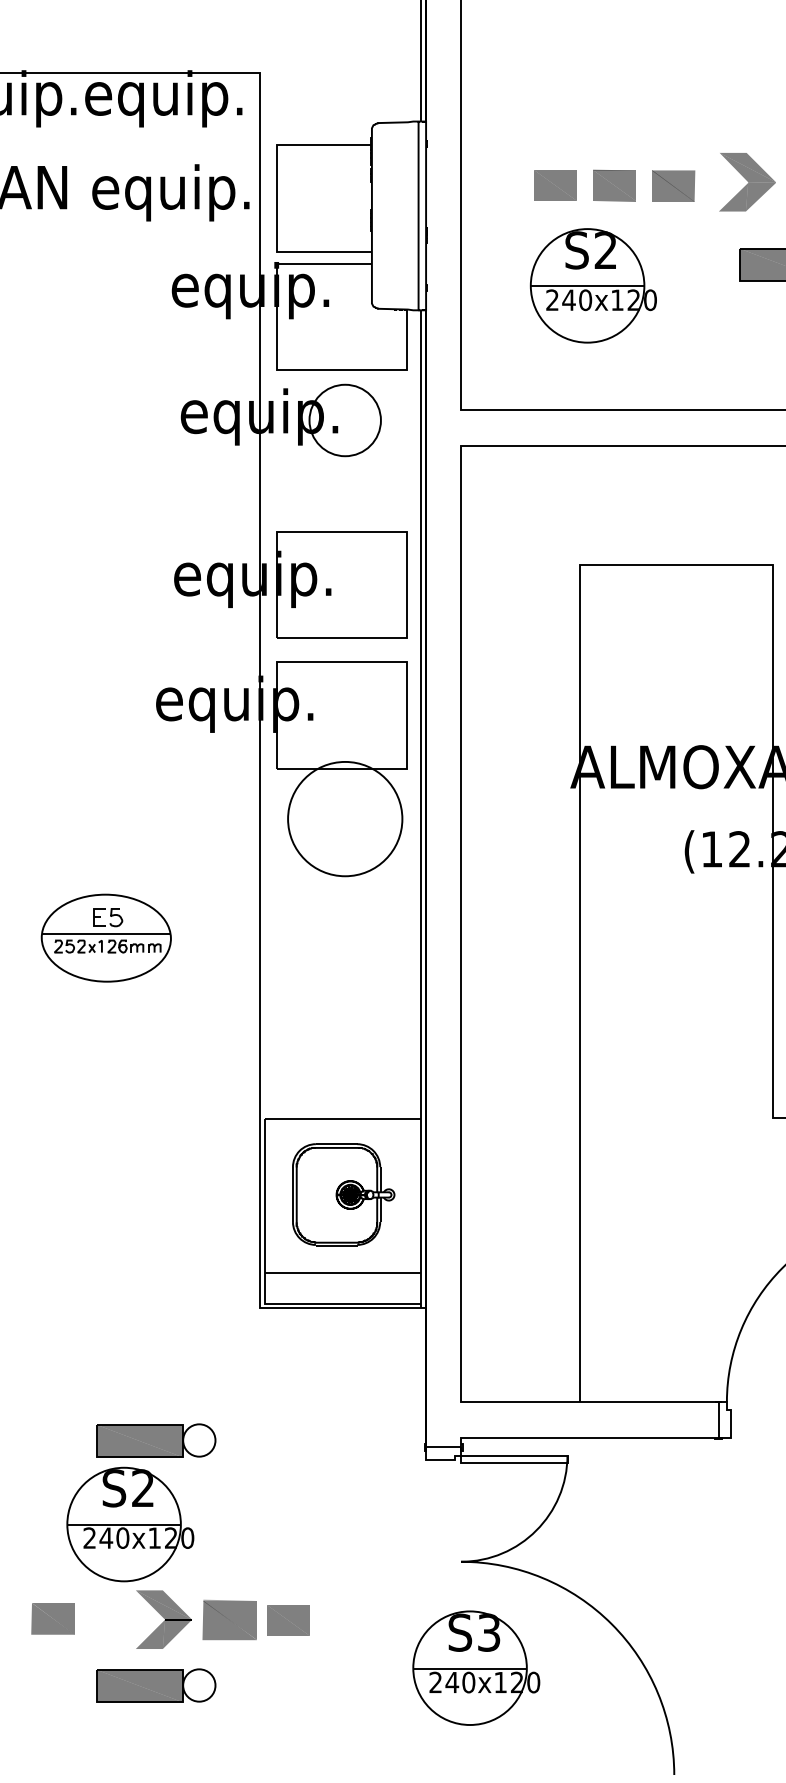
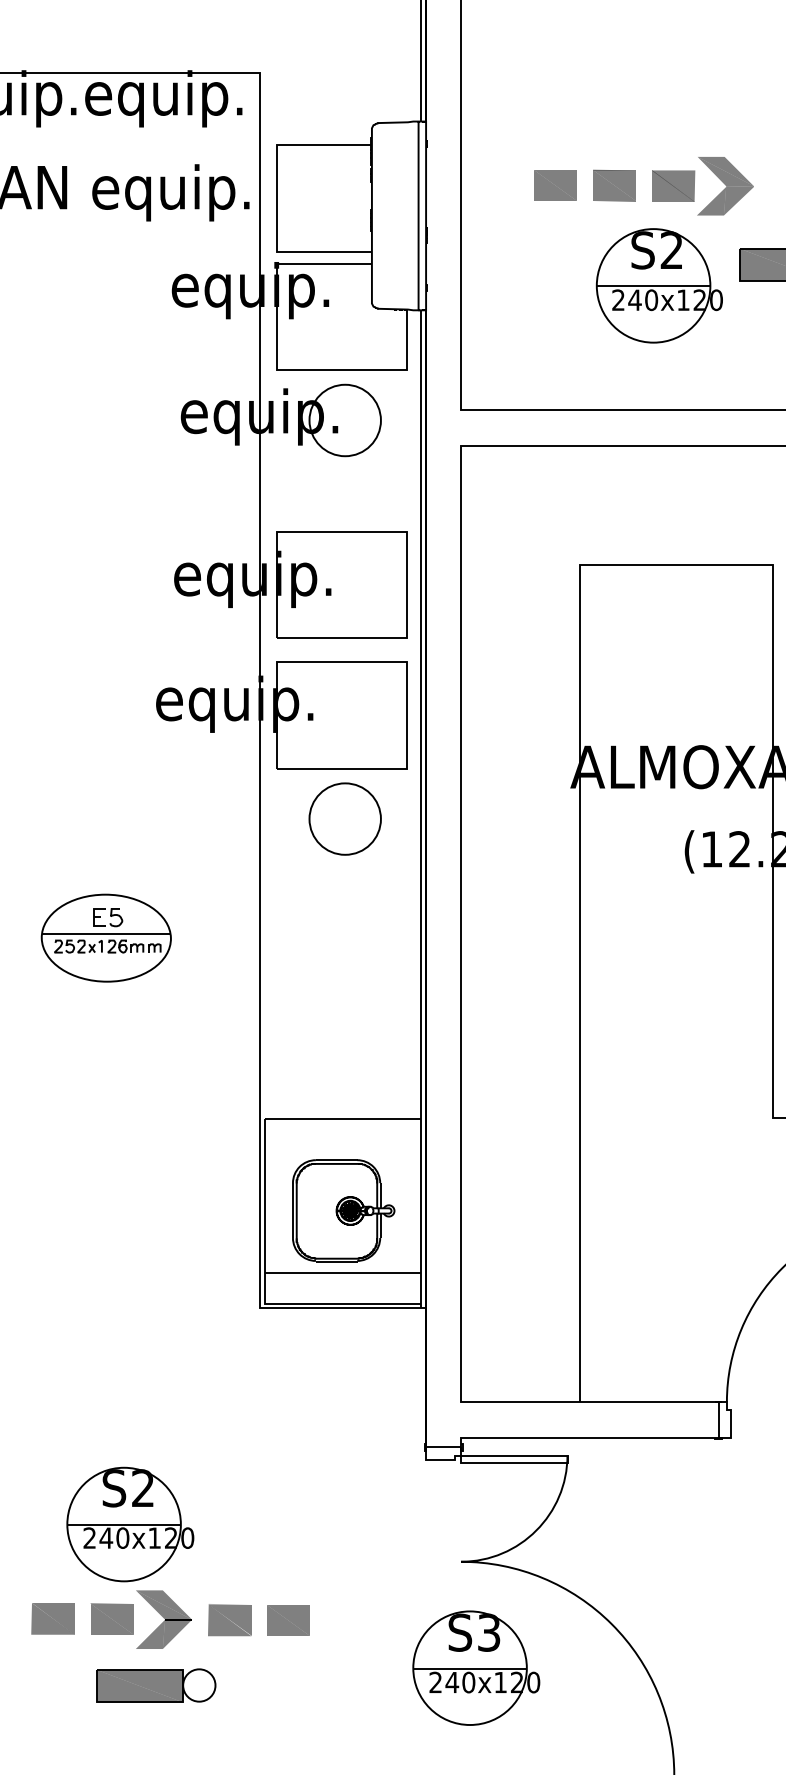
part at (747, 182) position: (747, 182) -> (725, 186)
part at (592, 285) position: (592, 285) -> (658, 285)
circle at (345, 818) diameter: 114 px -> 71 px
part at (343, 1194) position: (343, 1194) -> (343, 1210)
part at (156, 1440): present -> none
part at (111, 1618): none -> present
part at (229, 1619) size: 55x40 px -> 44x33 px
